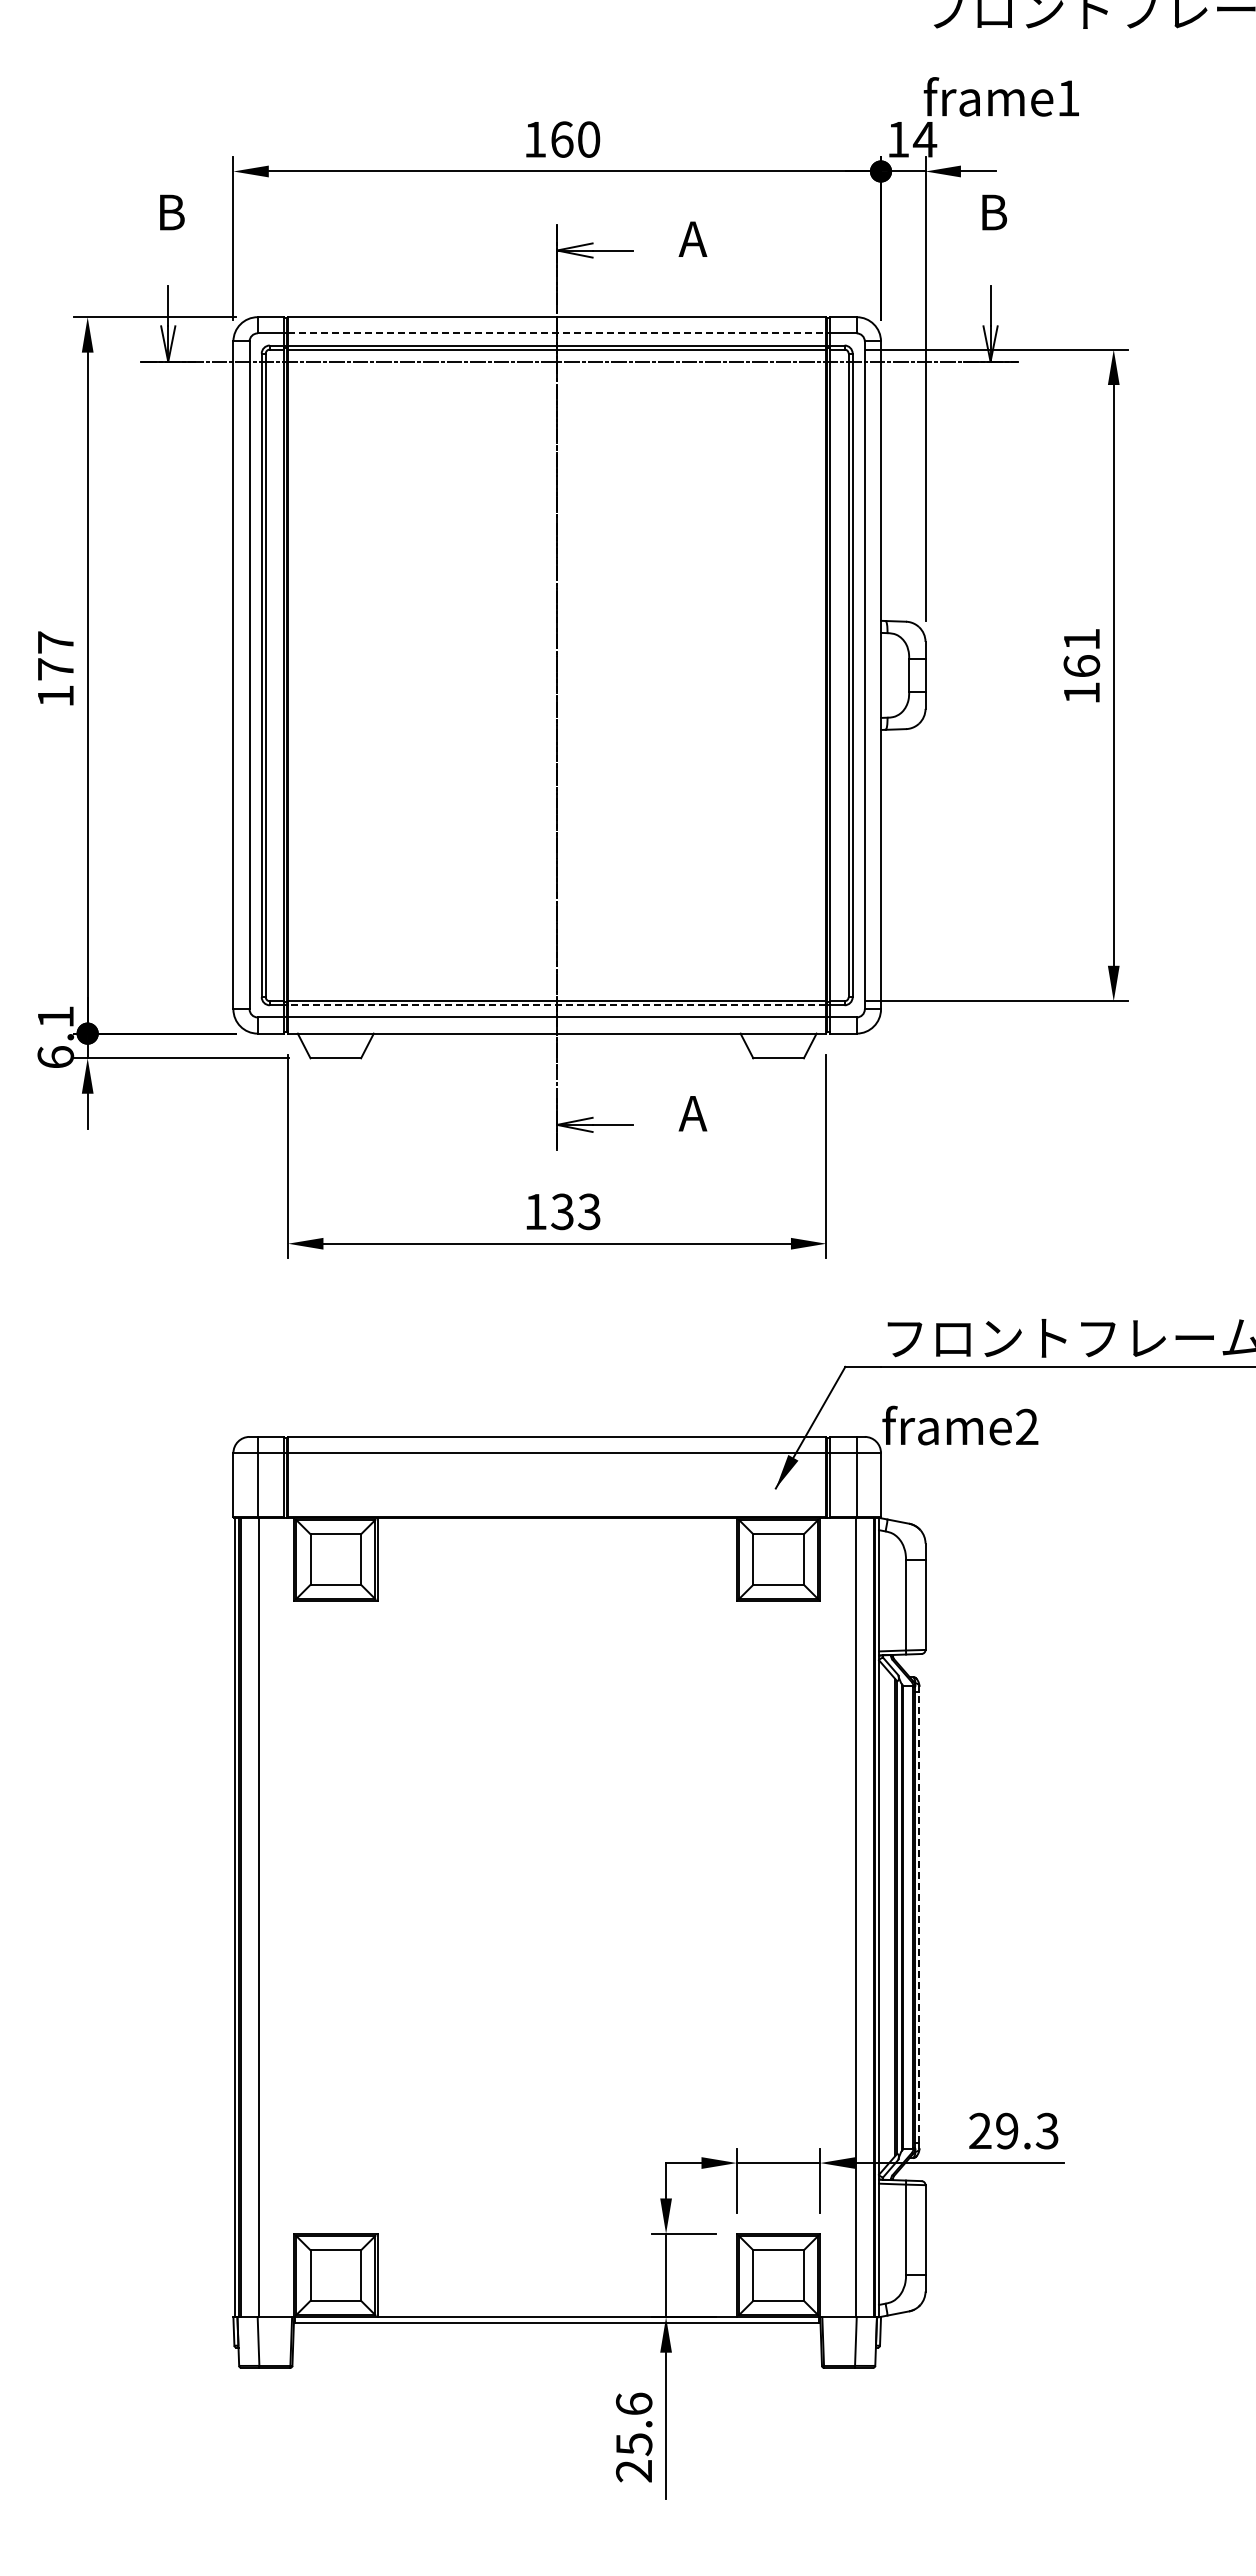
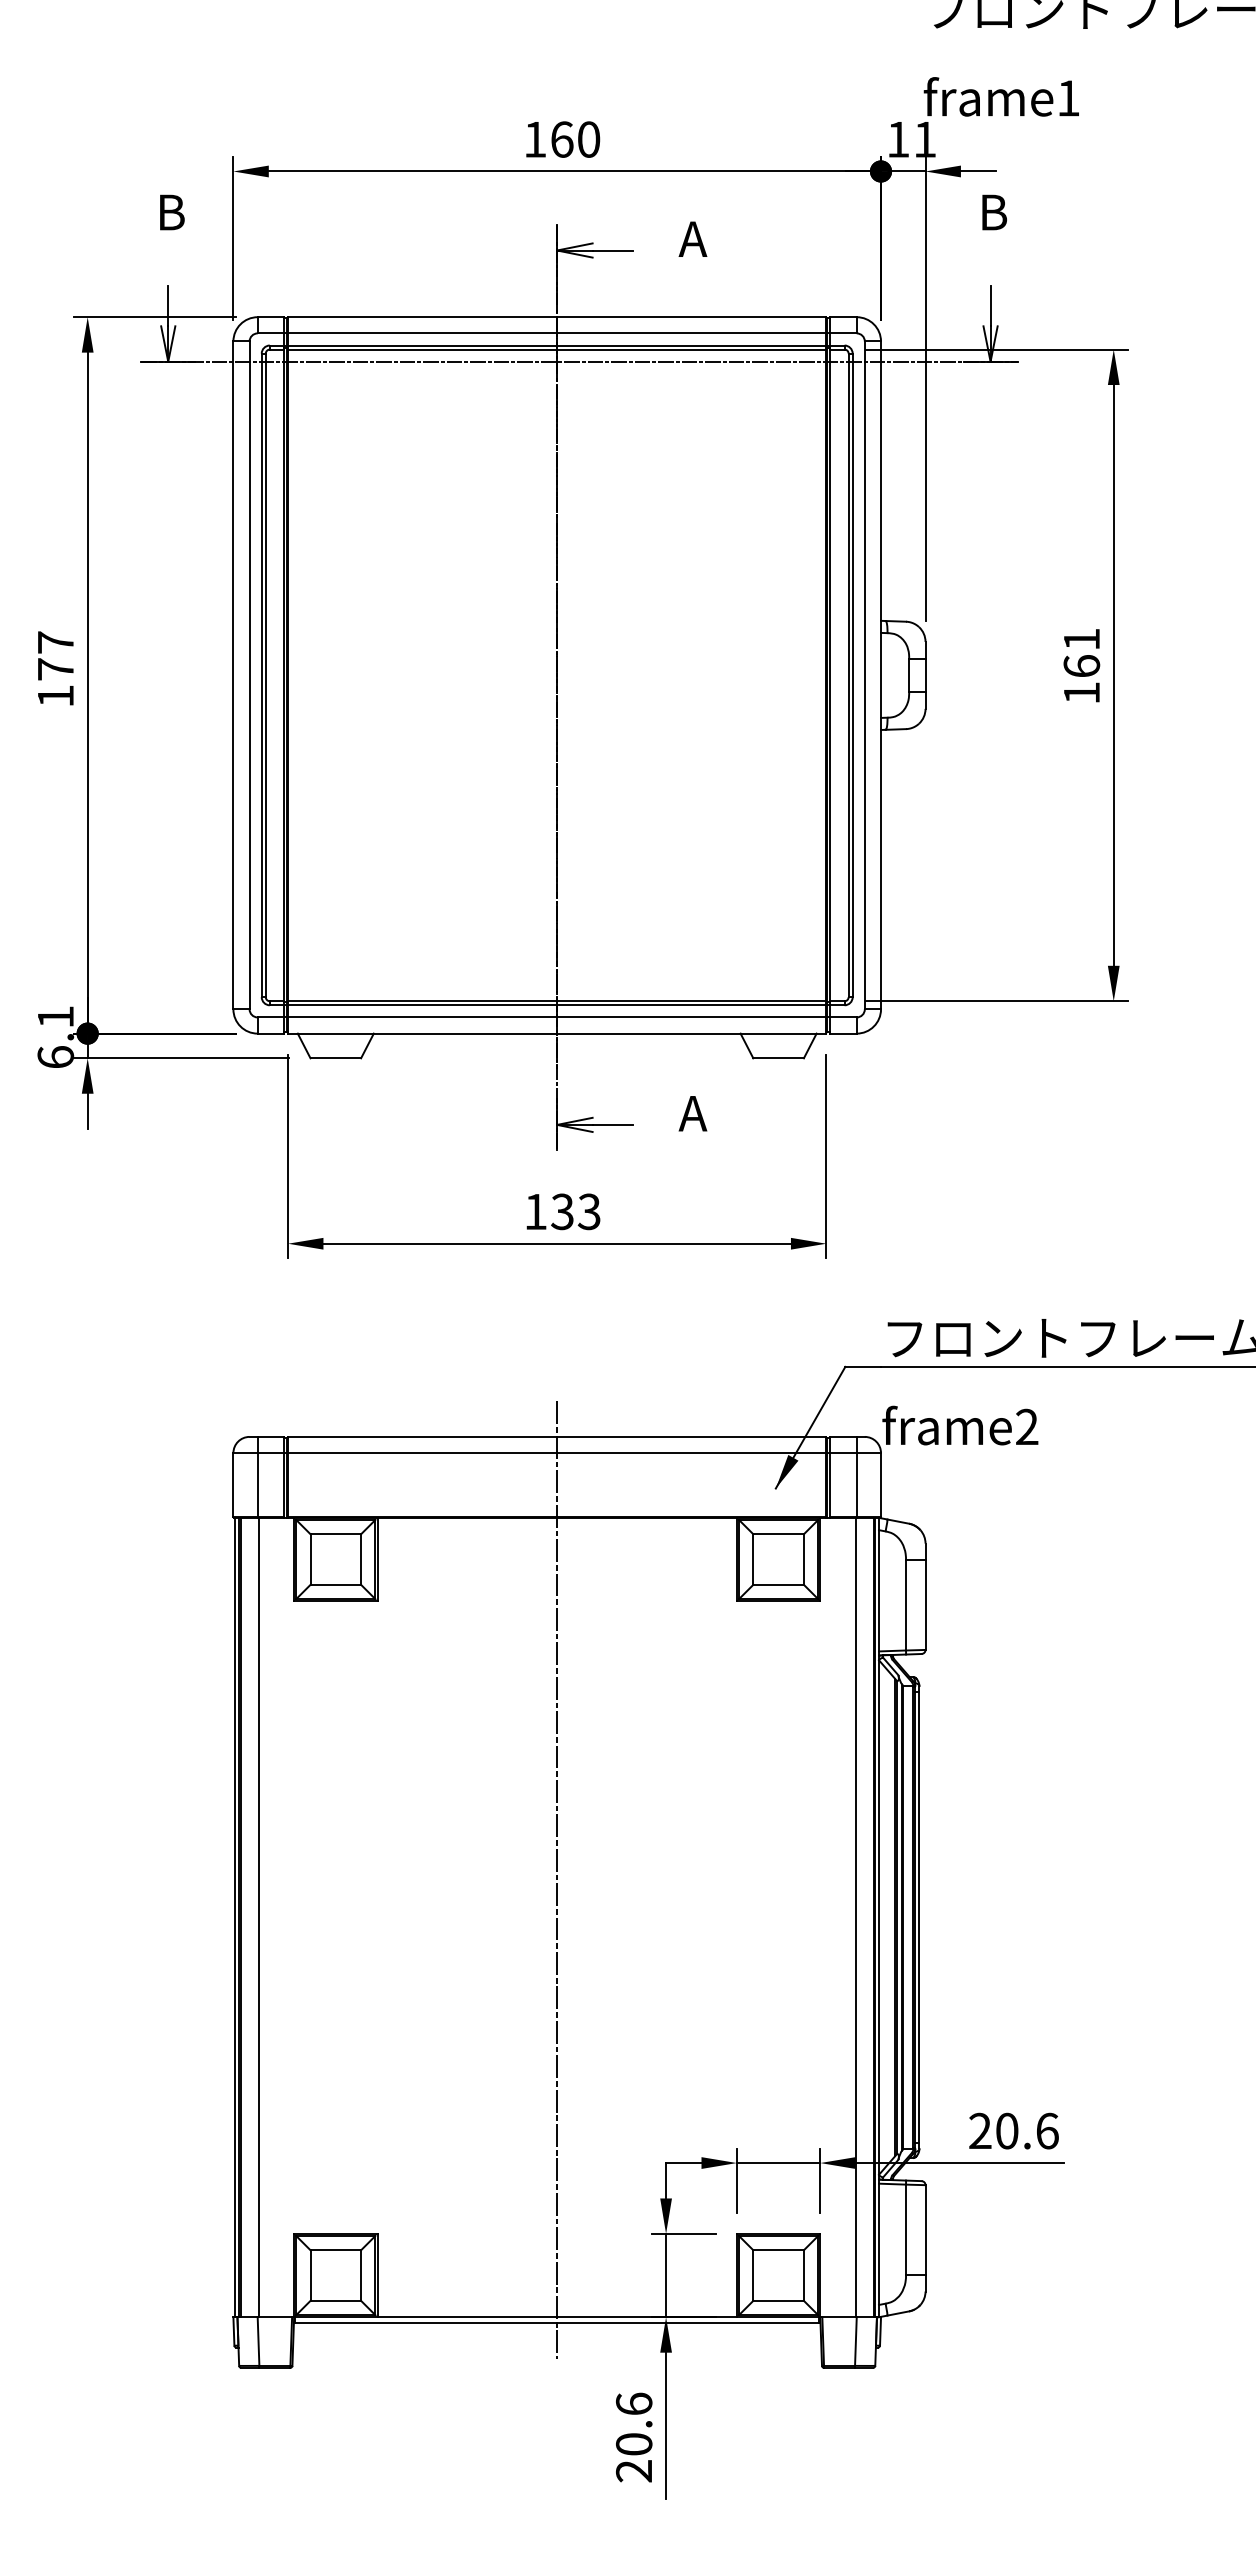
text at (924, 139): 14 -> 11
line at (557, 333): dashed -> solid
line at (556, 1005): dashed -> solid
line at (557, 1879): none -> present
line at (919, 1917): dashed -> solid
text at (1027, 2130): 29.3 -> 20.6
text at (634, 2444): 25.6 -> 20.6
